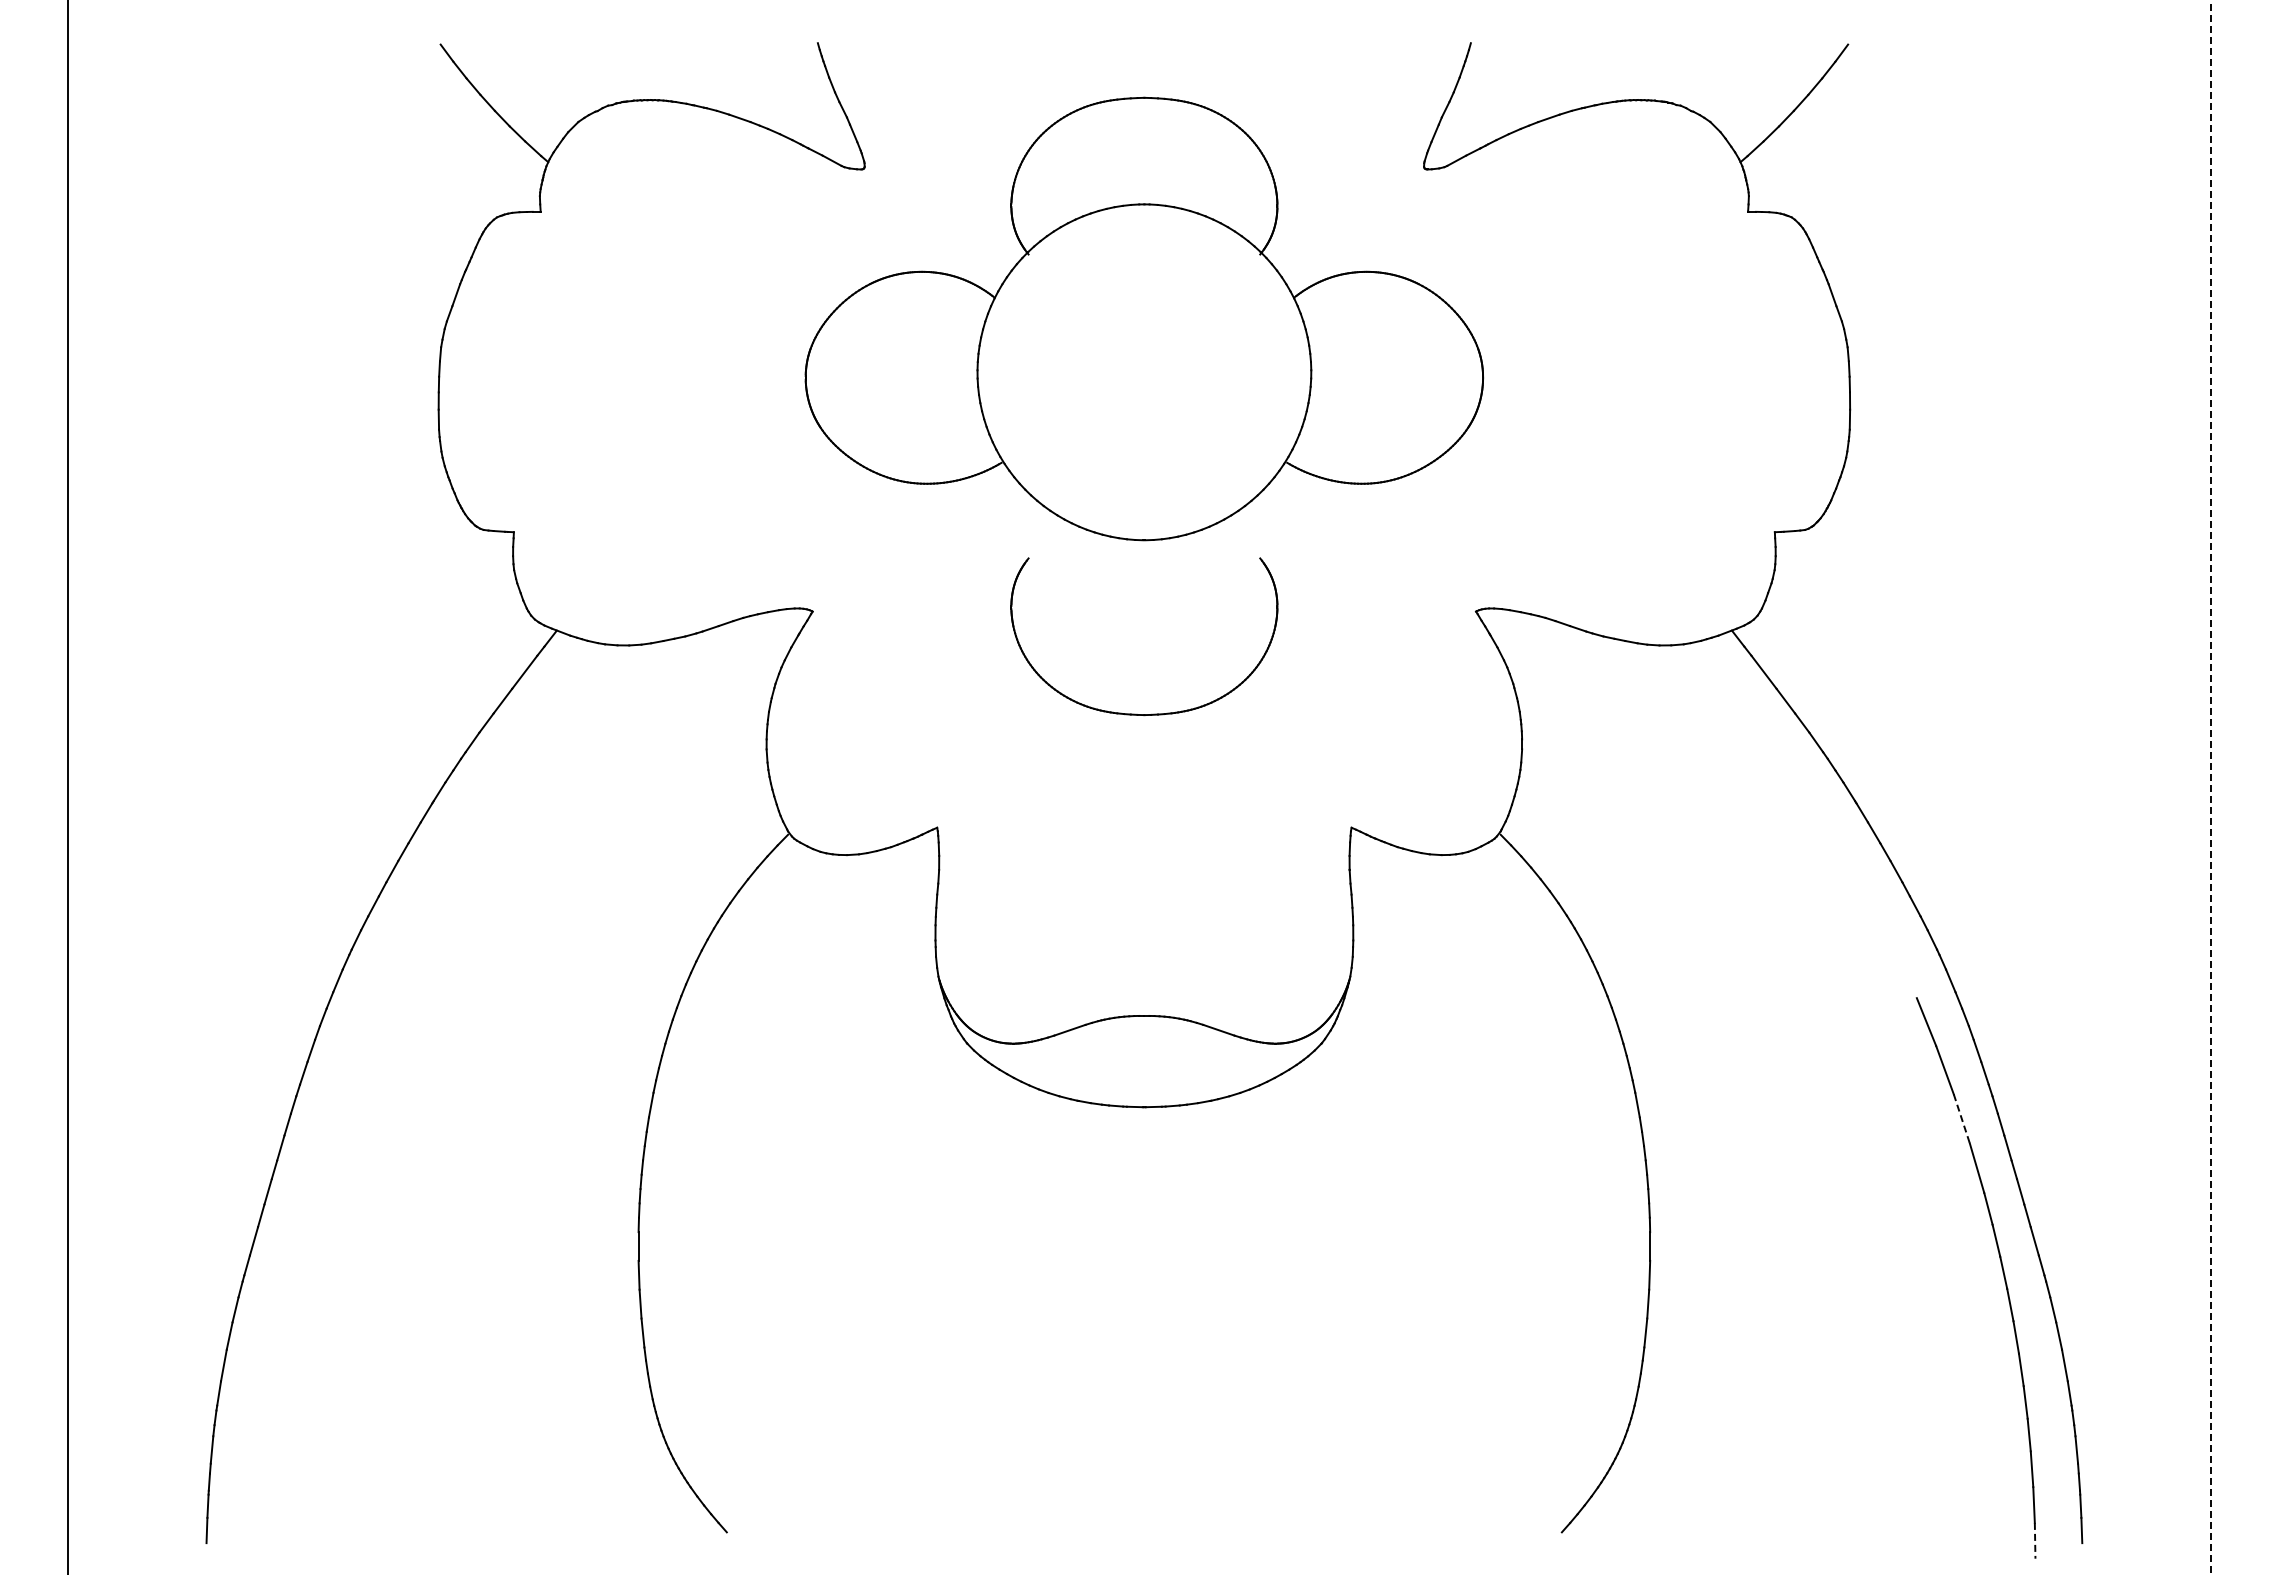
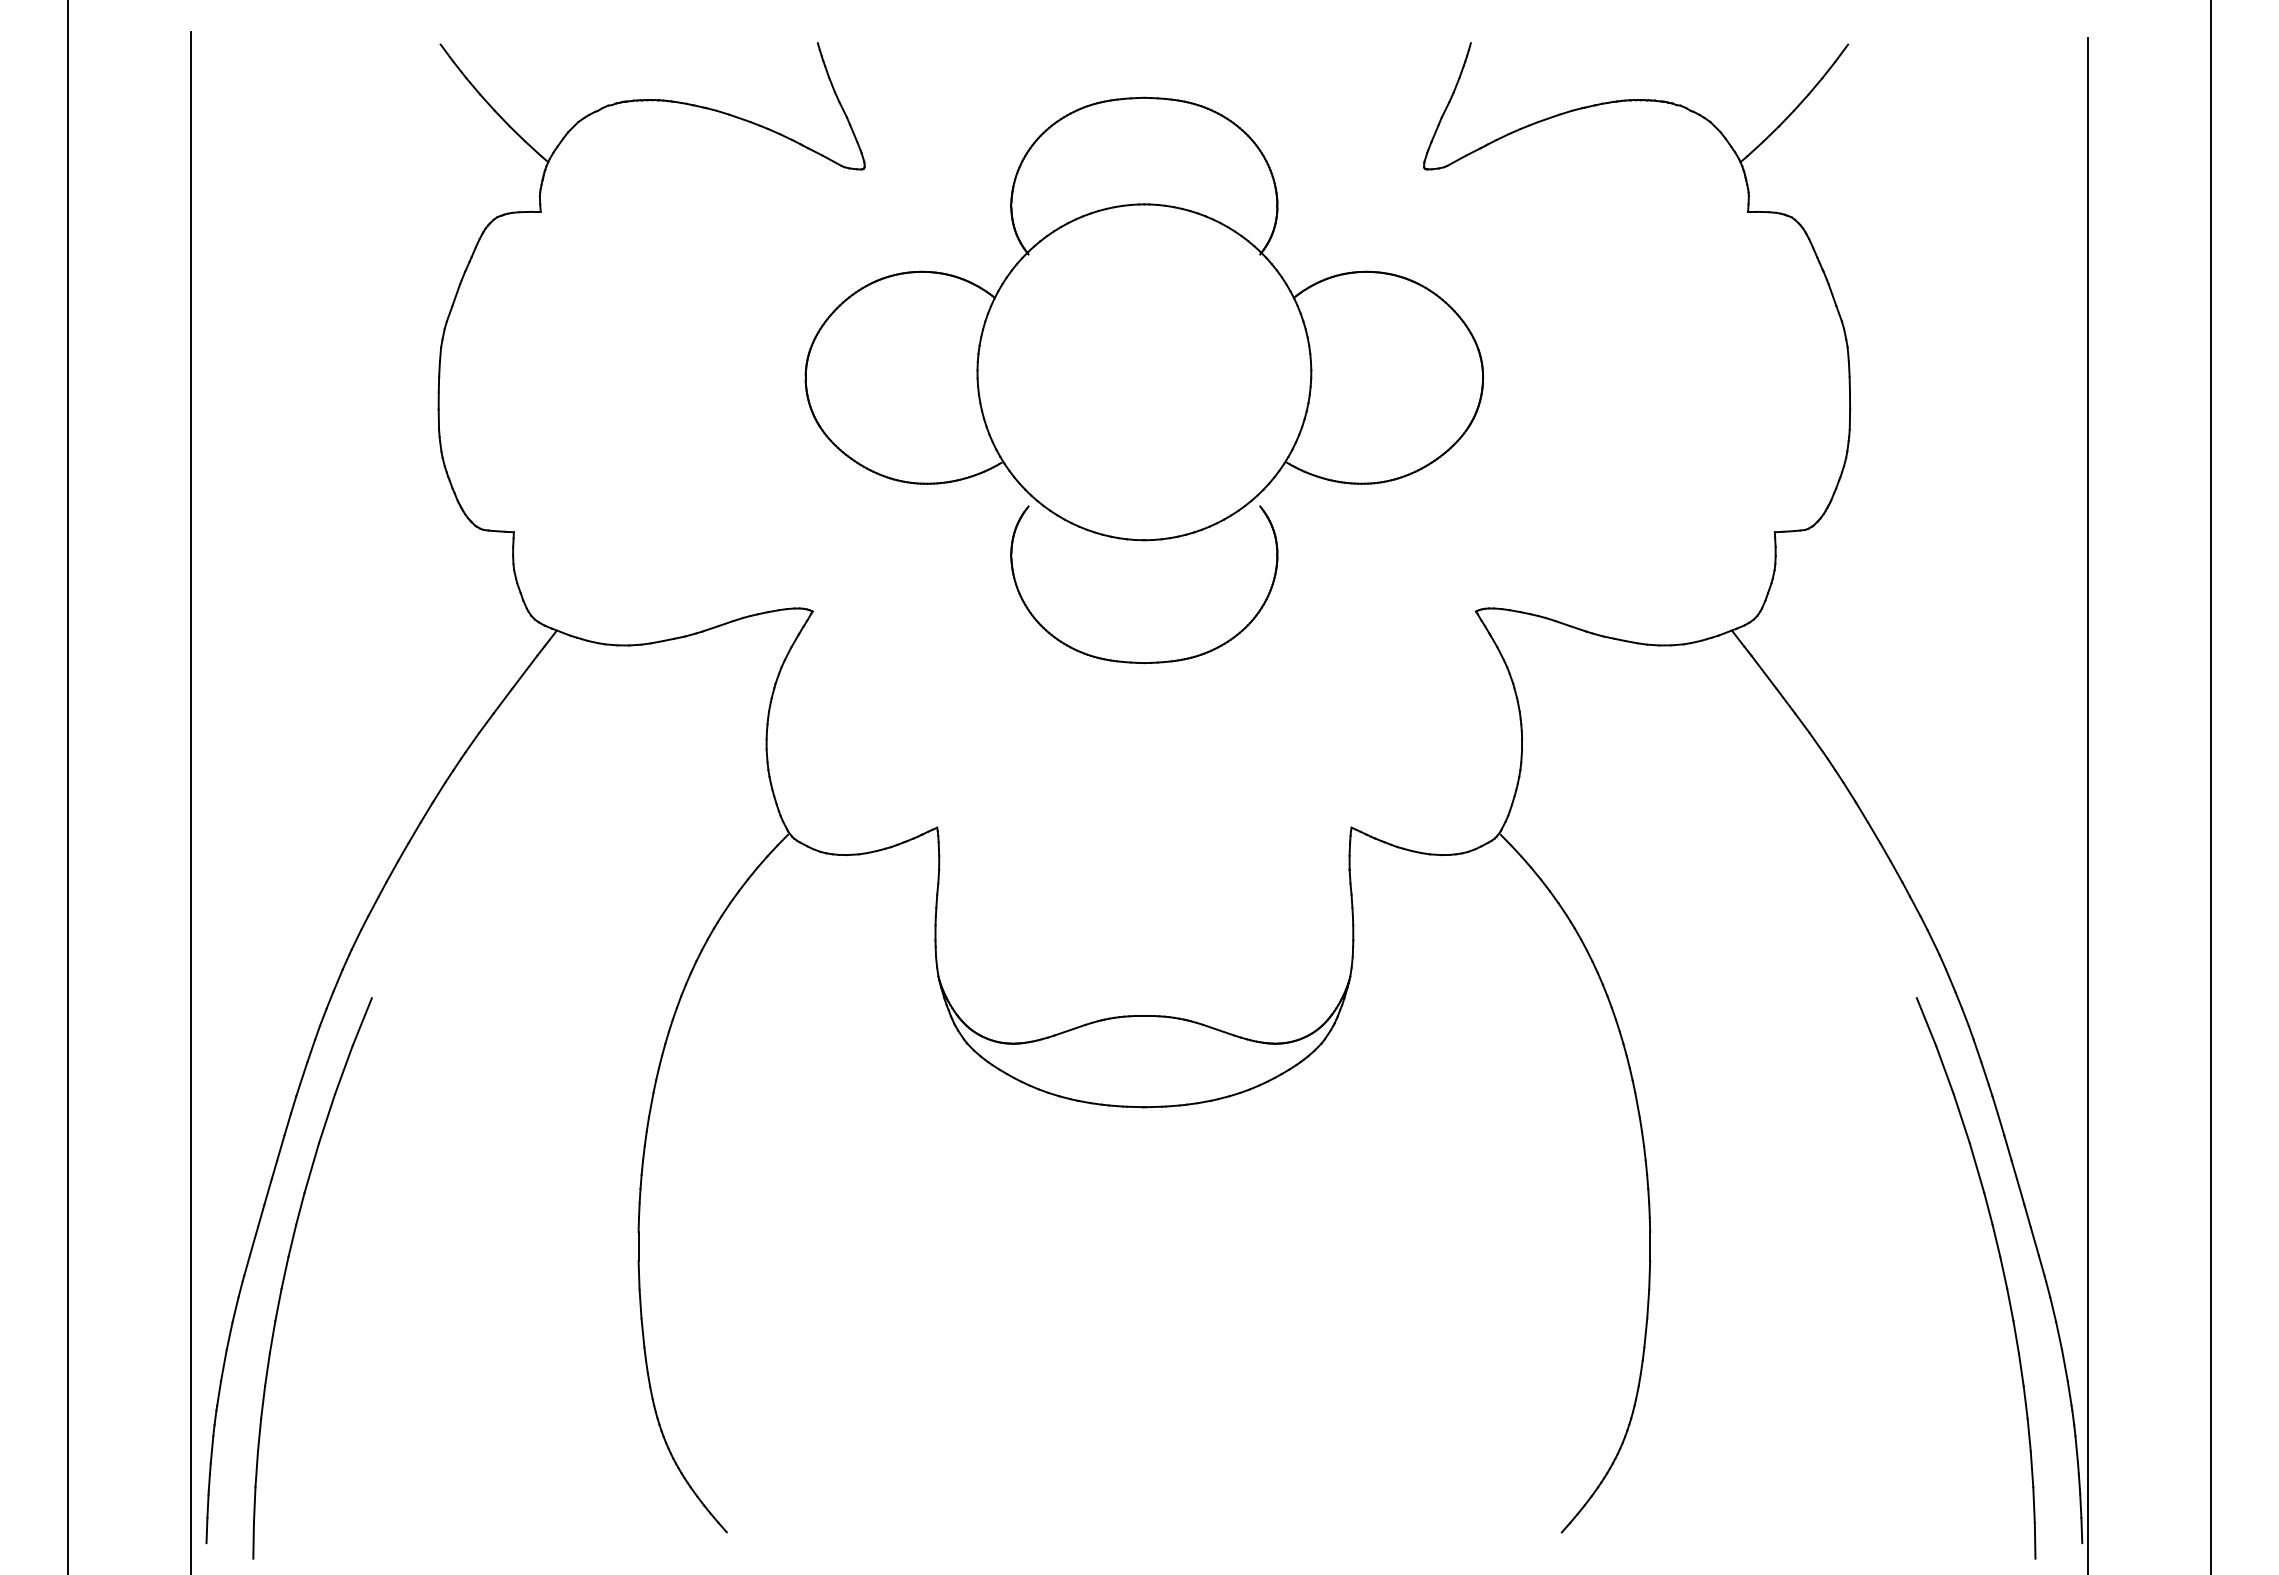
part at (1151, 713) position: (1151, 713) -> (1151, 661)
line at (2210, 787): dashed -> solid
line at (190, 801): none -> present
line at (2088, 804): none -> present
line at (1961, 1118): dashed -> solid
part at (286, 1272): none -> present
line at (2035, 1540): dashed -> solid
